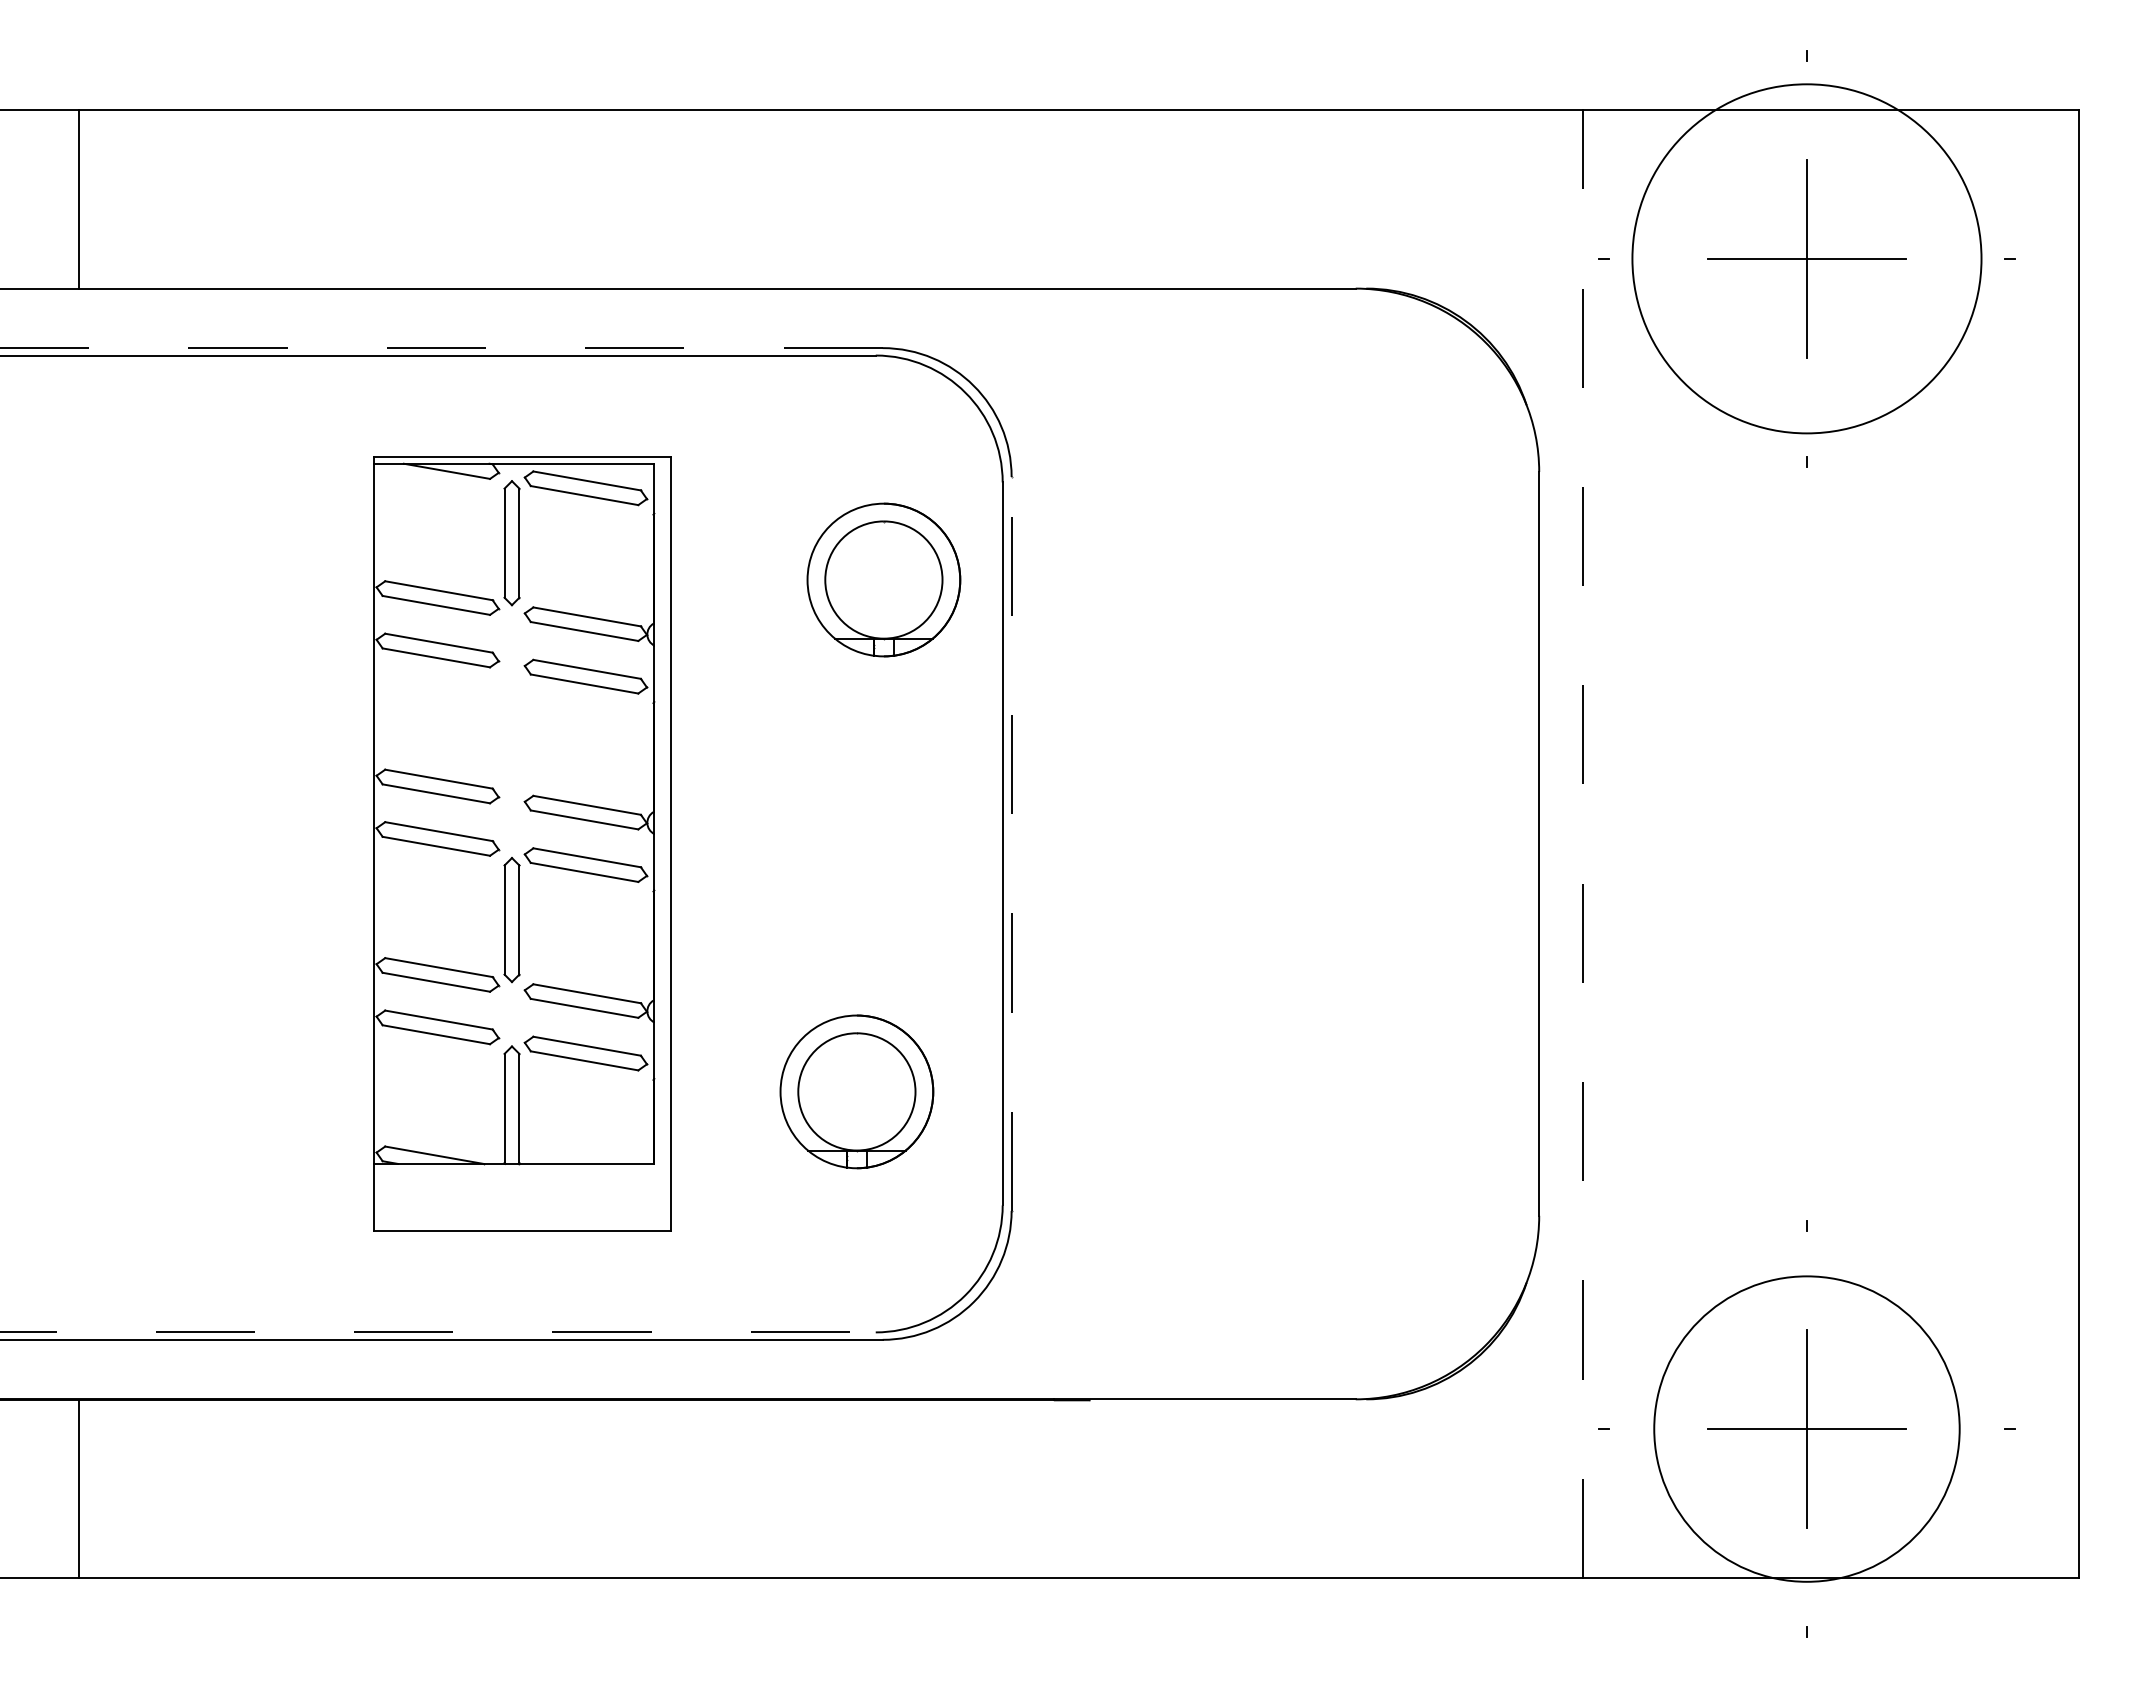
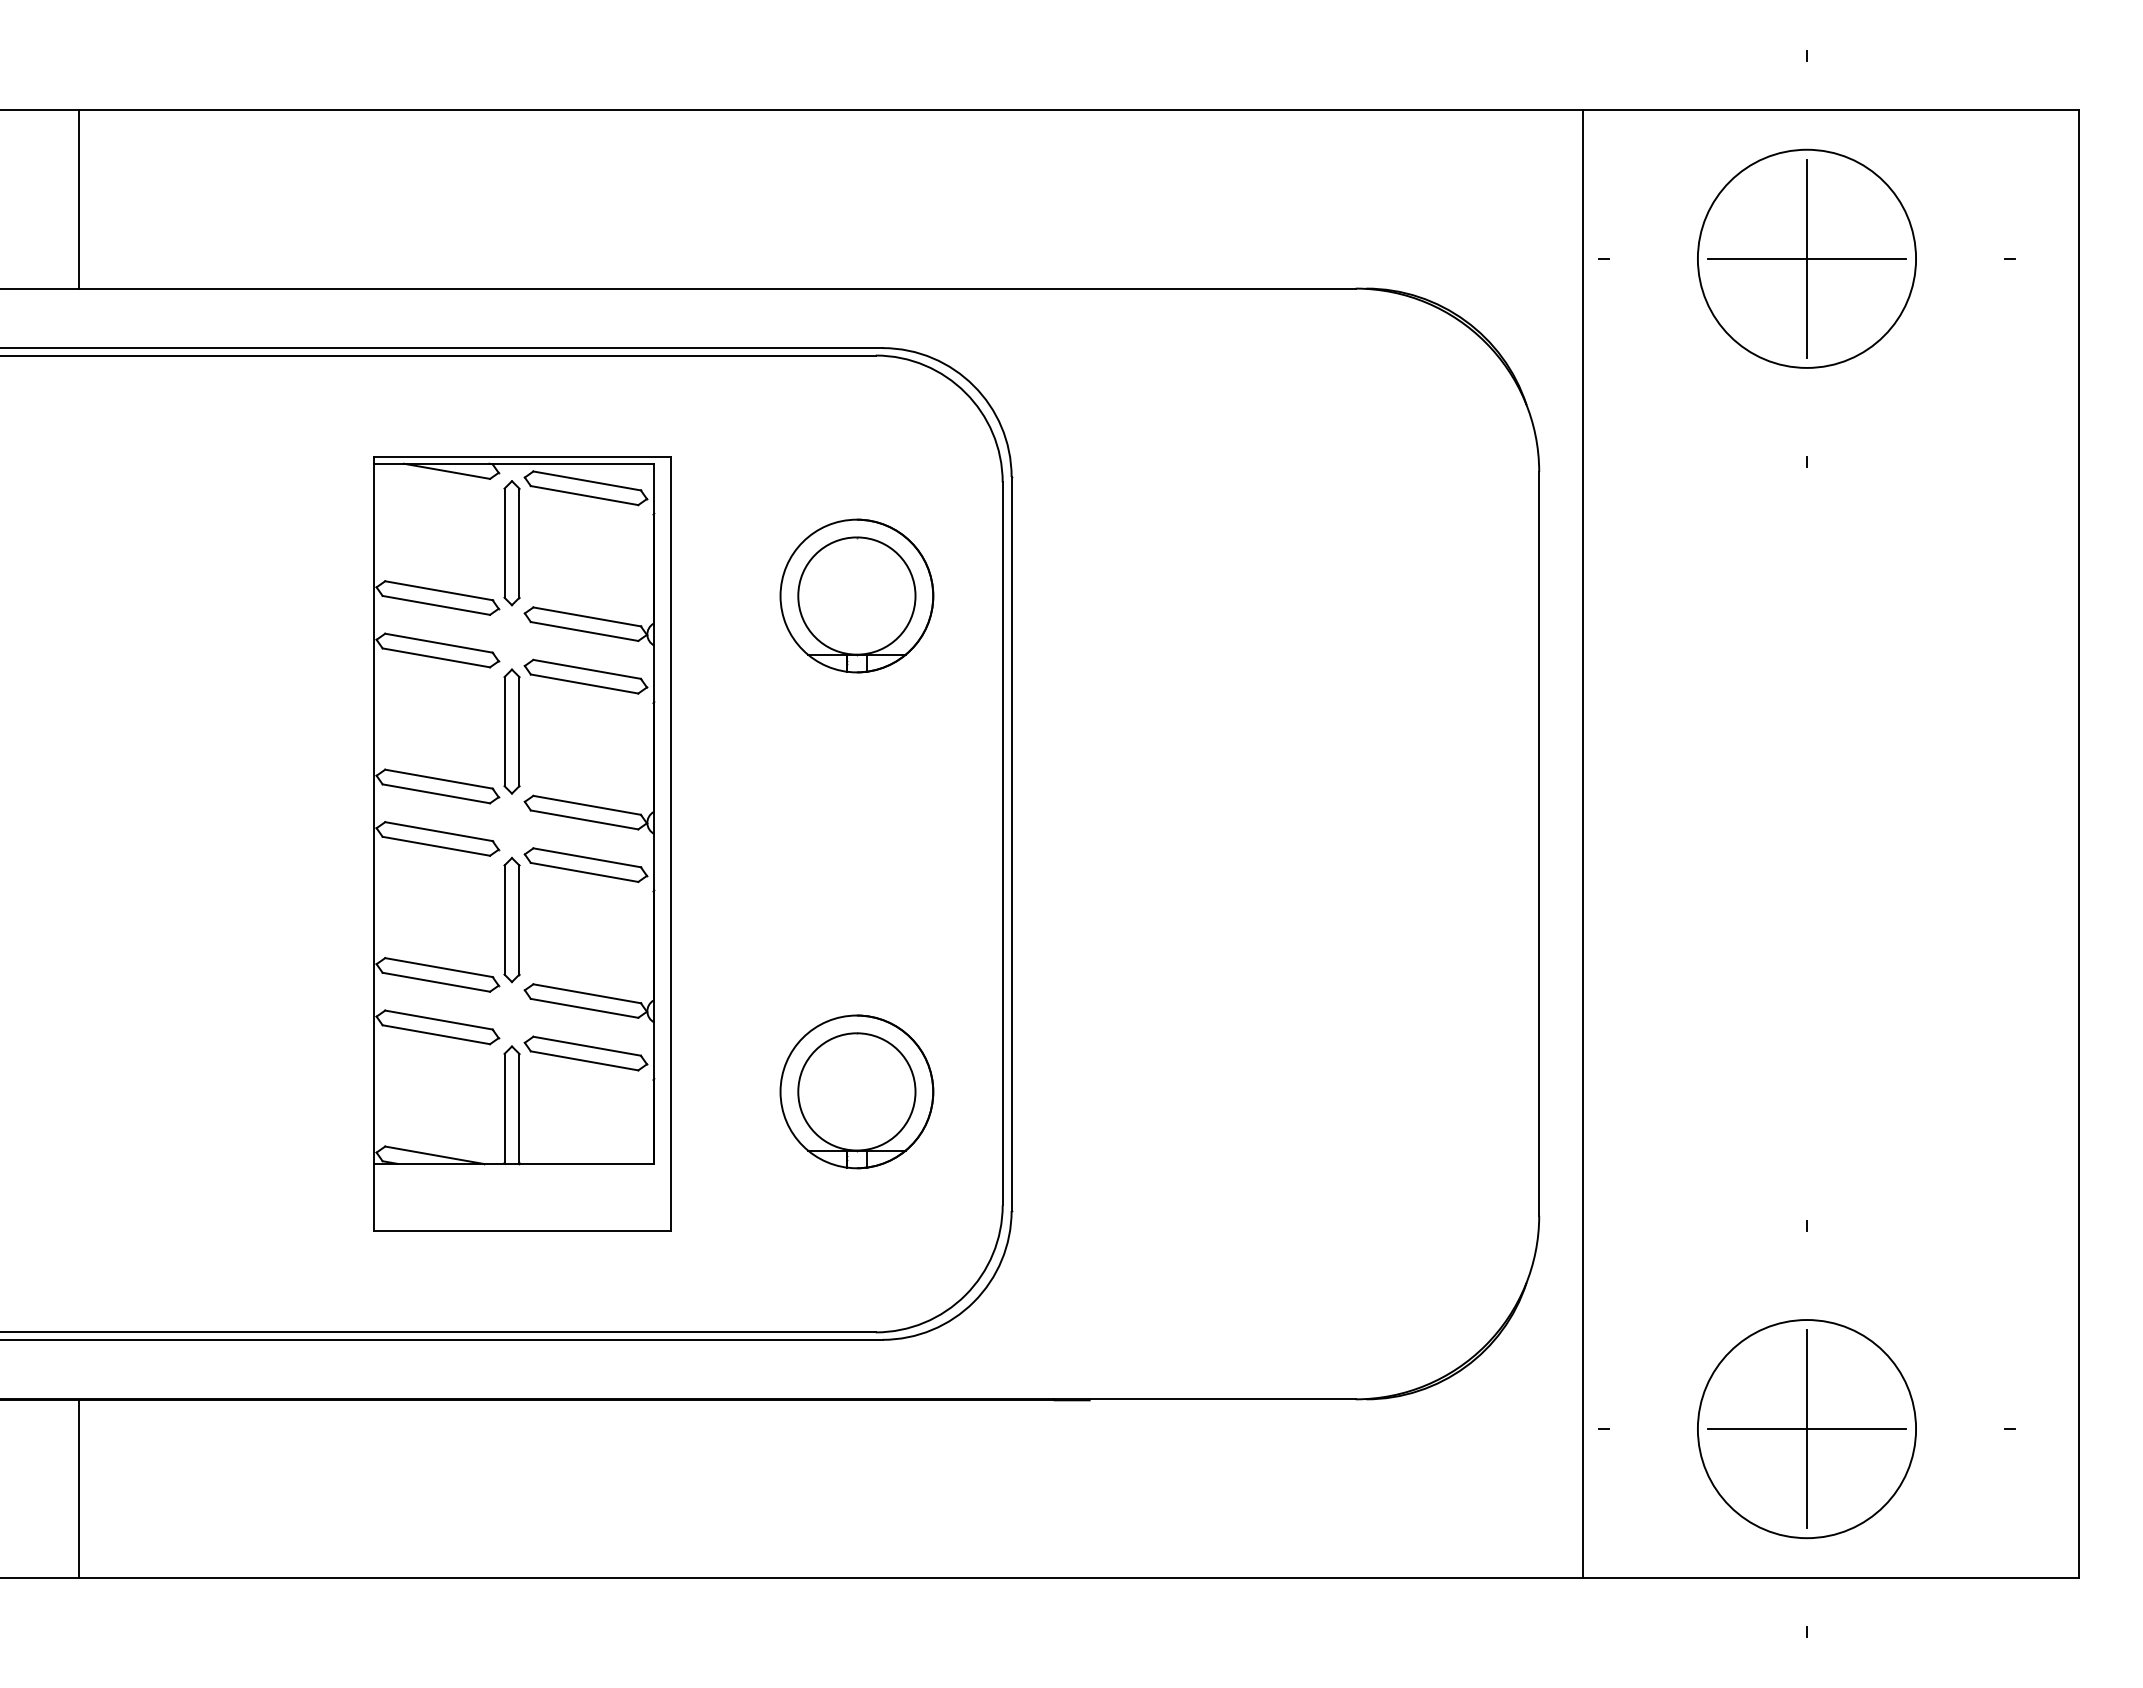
circle at (1806, 258) diameter: 349 px -> 218 px
line at (441, 348): dashed -> solid
part at (883, 579) position: (883, 579) -> (856, 595)
part at (511, 731): none -> present
line at (1011, 843): dashed -> solid
line at (1582, 843): dashed -> solid
line at (437, 1332): dashed -> solid
circle at (1806, 1428) diameter: 305 px -> 218 px
